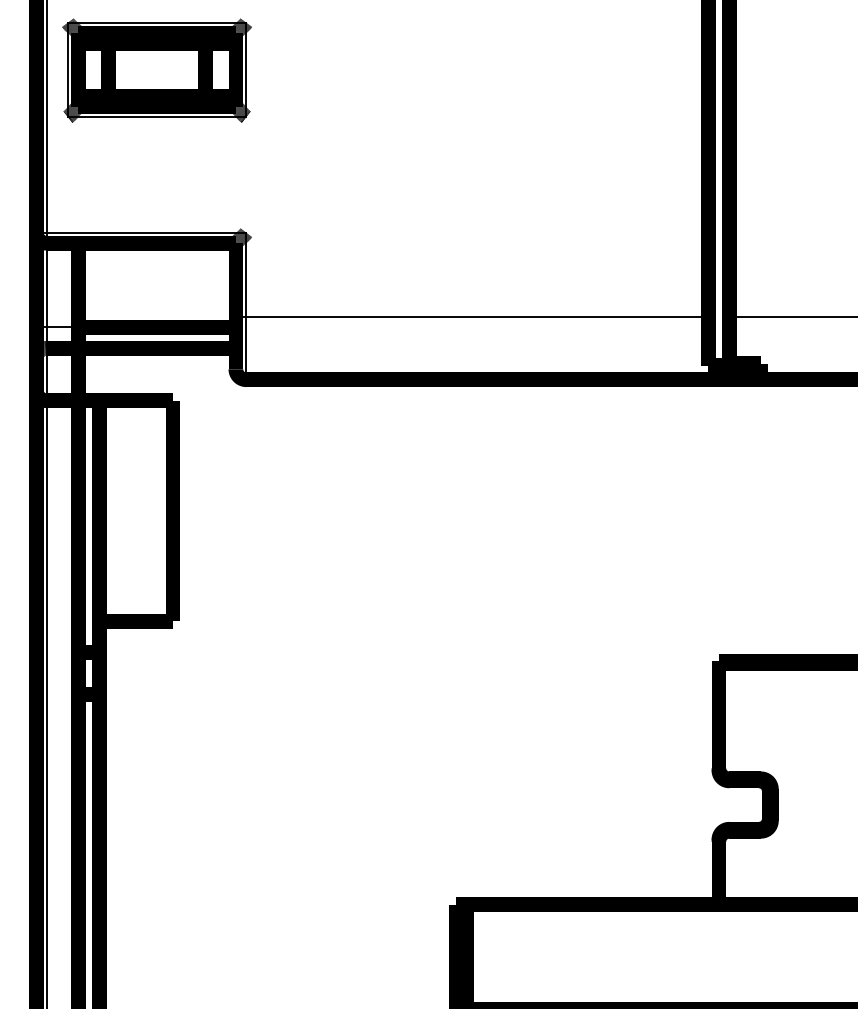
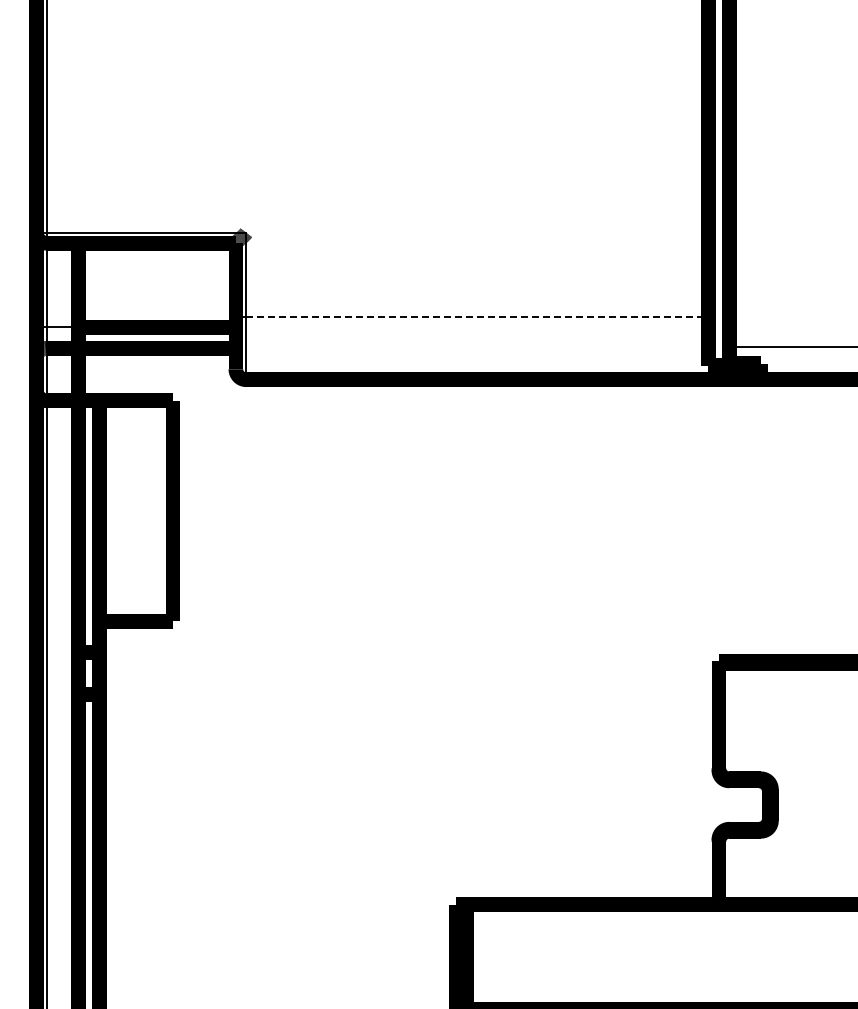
part at (156, 70): present -> none
line at (477, 316): solid -> dashed
line at (791, 316) position: (791, 316) -> (791, 346)
